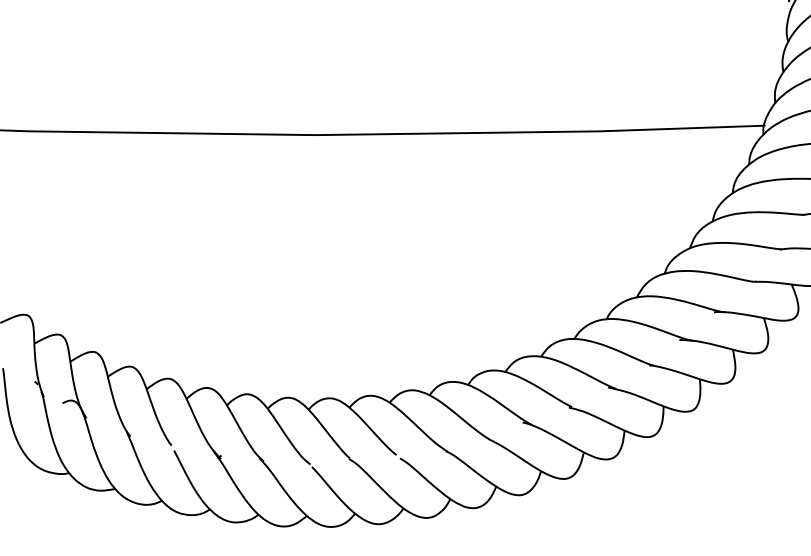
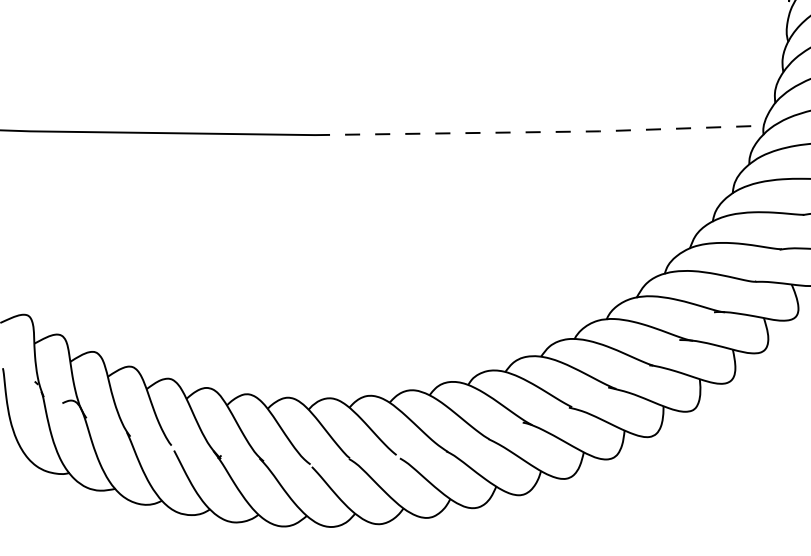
line at (540, 132): solid -> dashed
